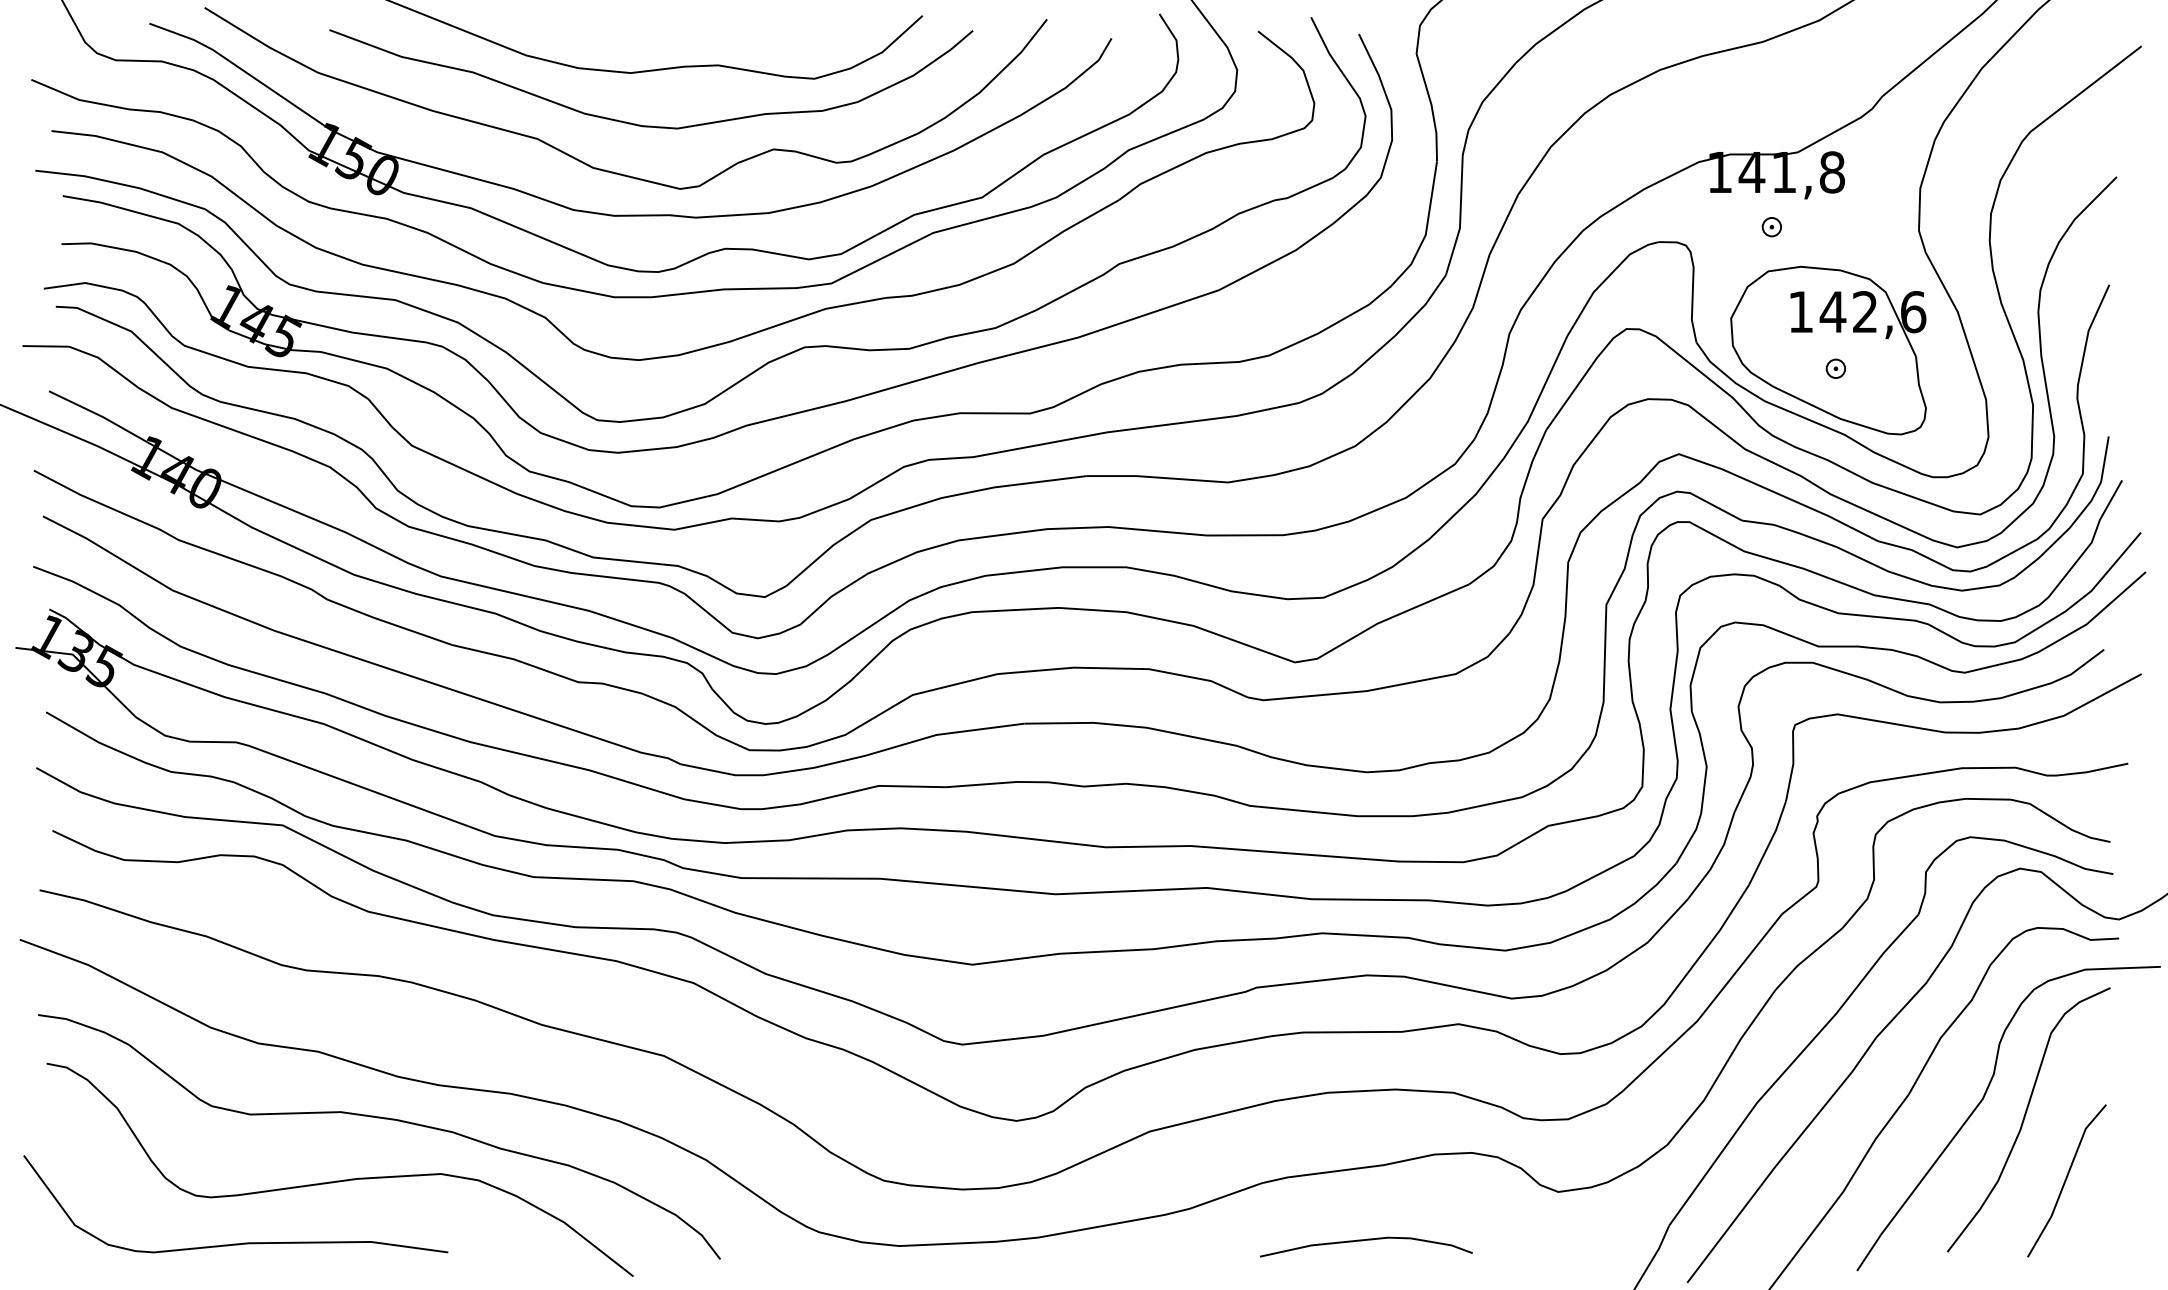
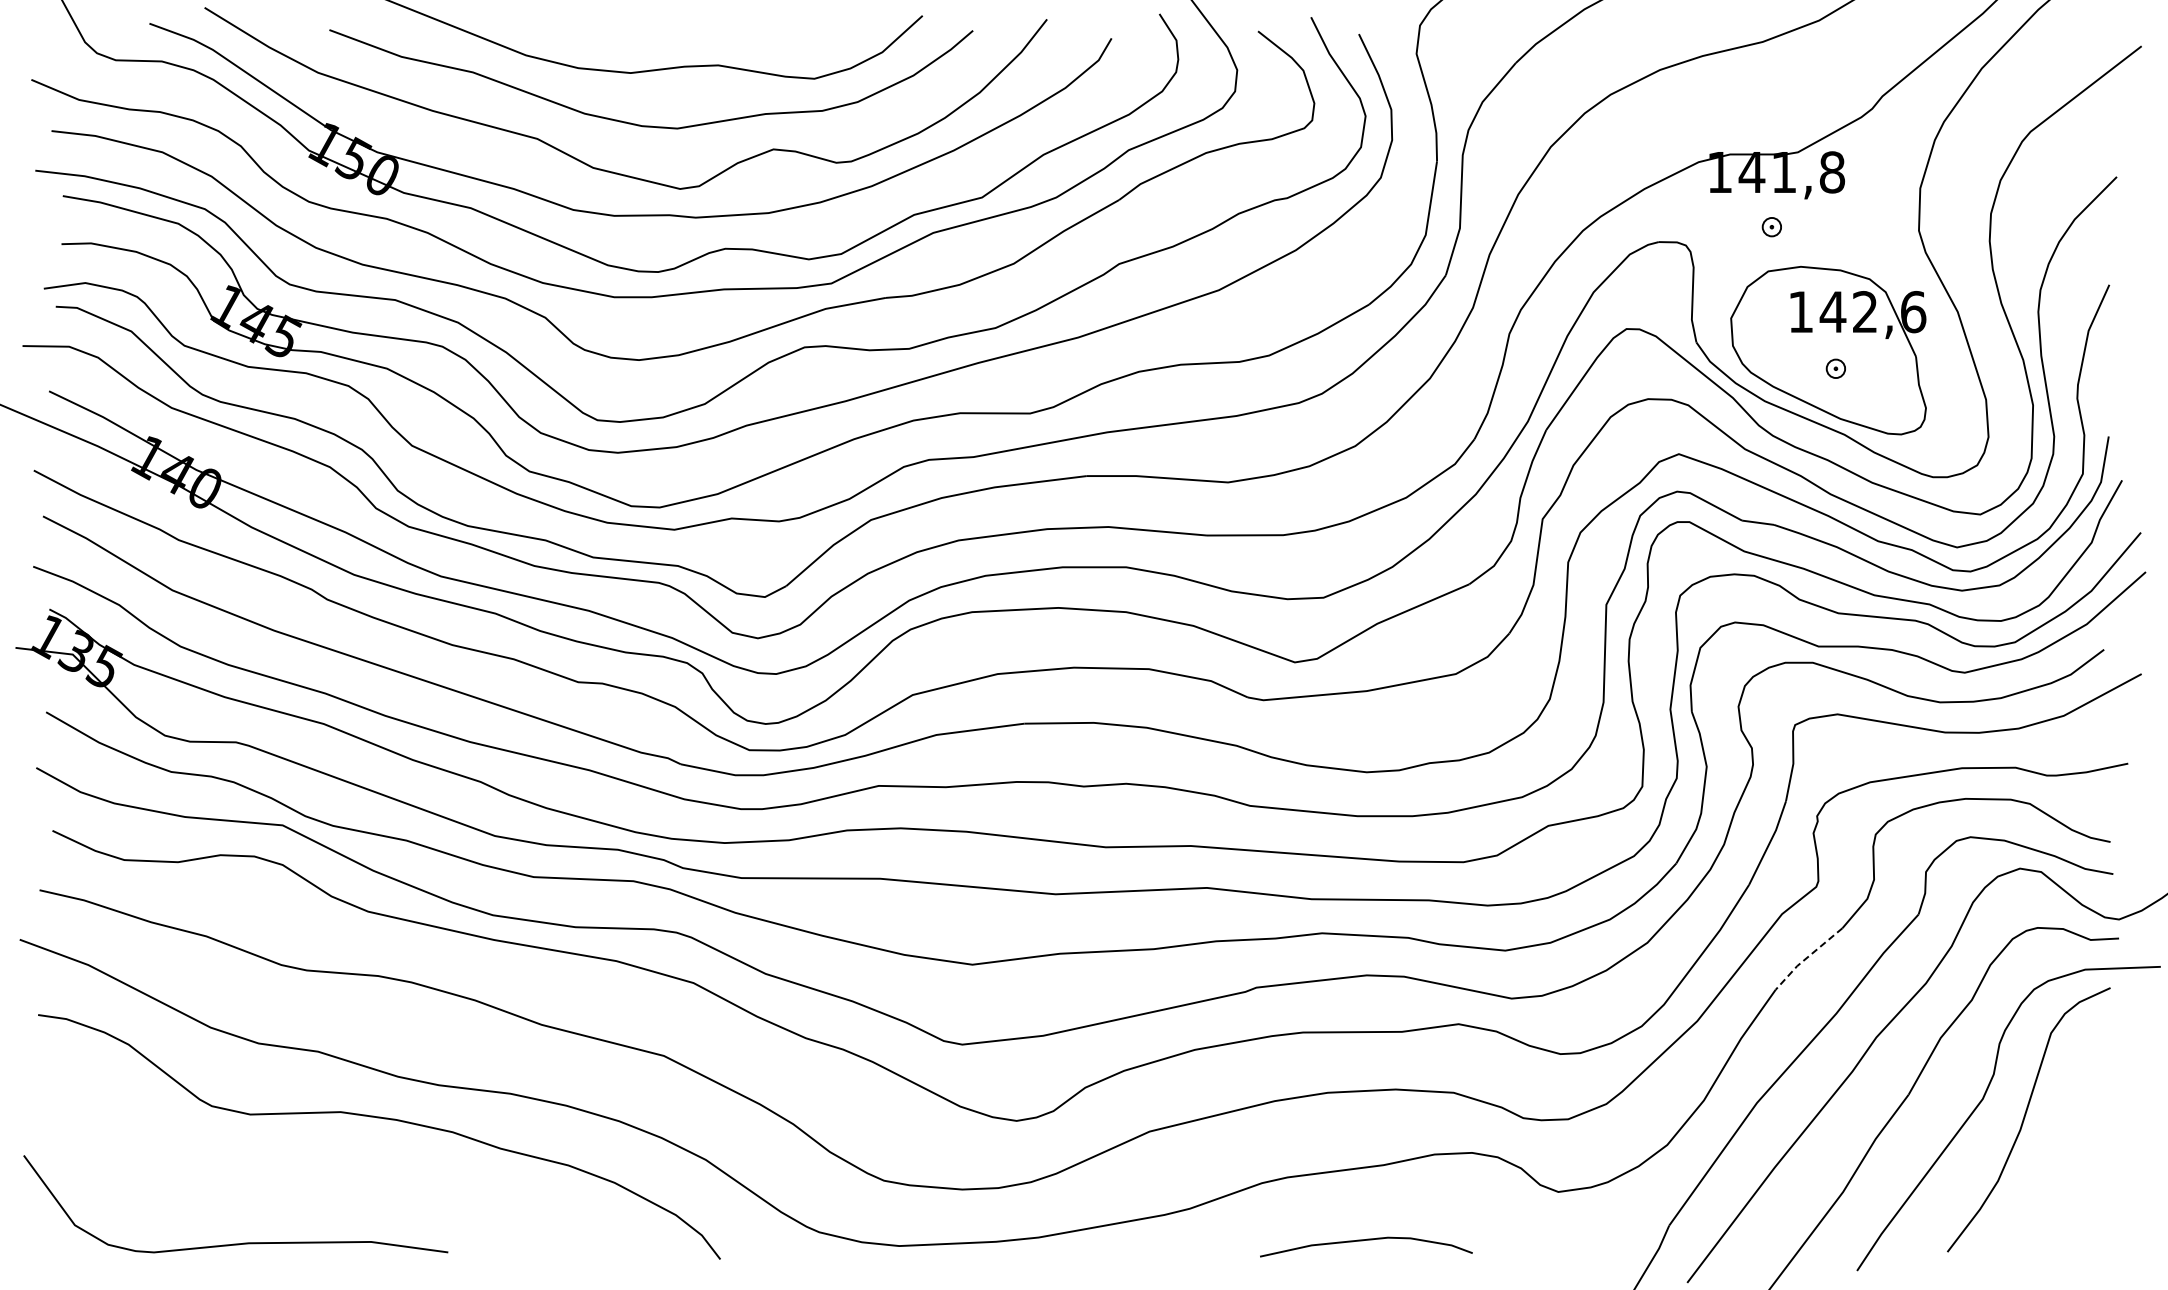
line at (1806, 958): solid -> dashed
curve at (343, 1179): present -> none
line at (2066, 1180): present -> none
